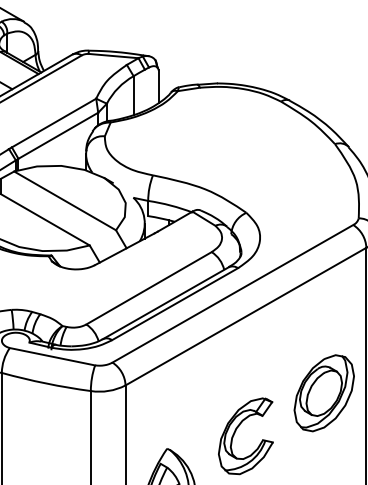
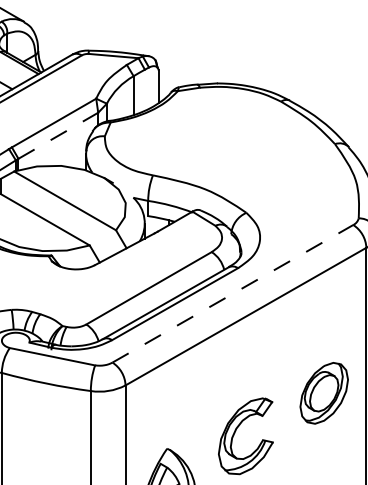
line at (58, 135): solid -> dashed
line at (232, 293): solid -> dashed
part at (323, 393) size: 62x79 px -> 50x63 px
